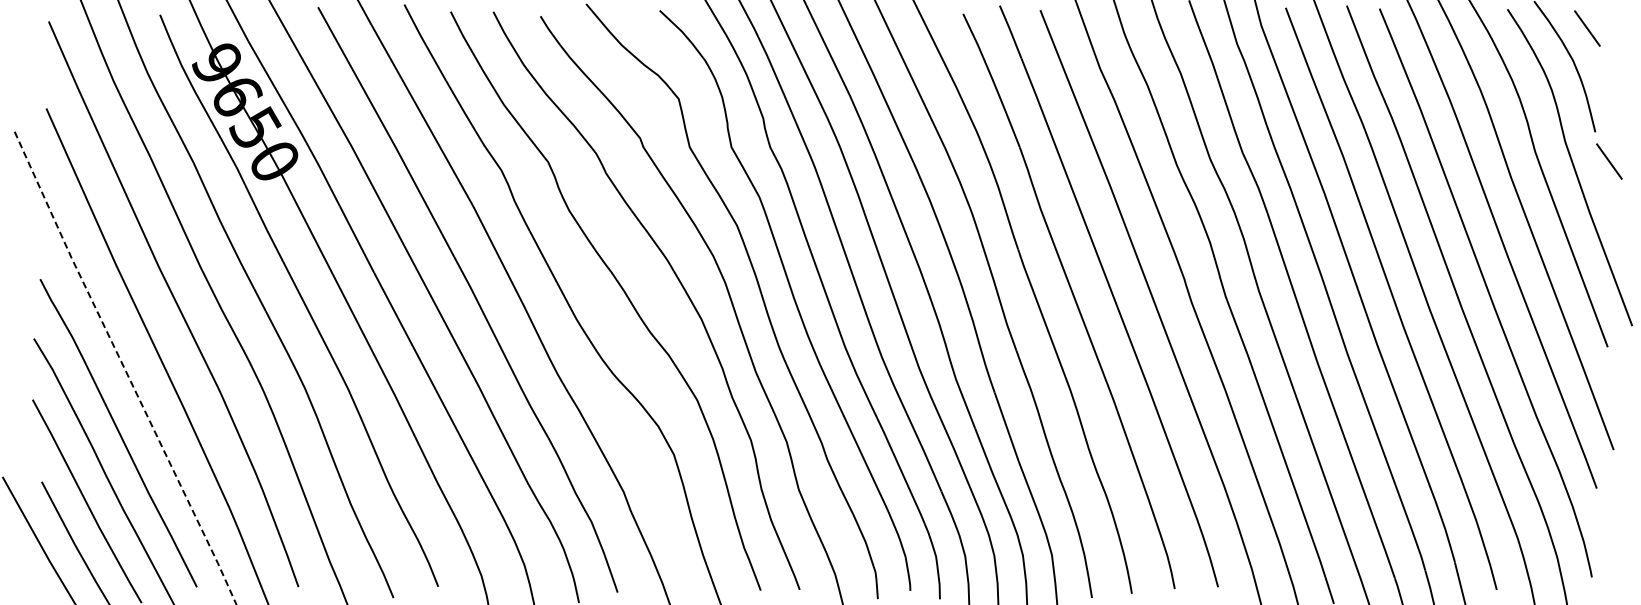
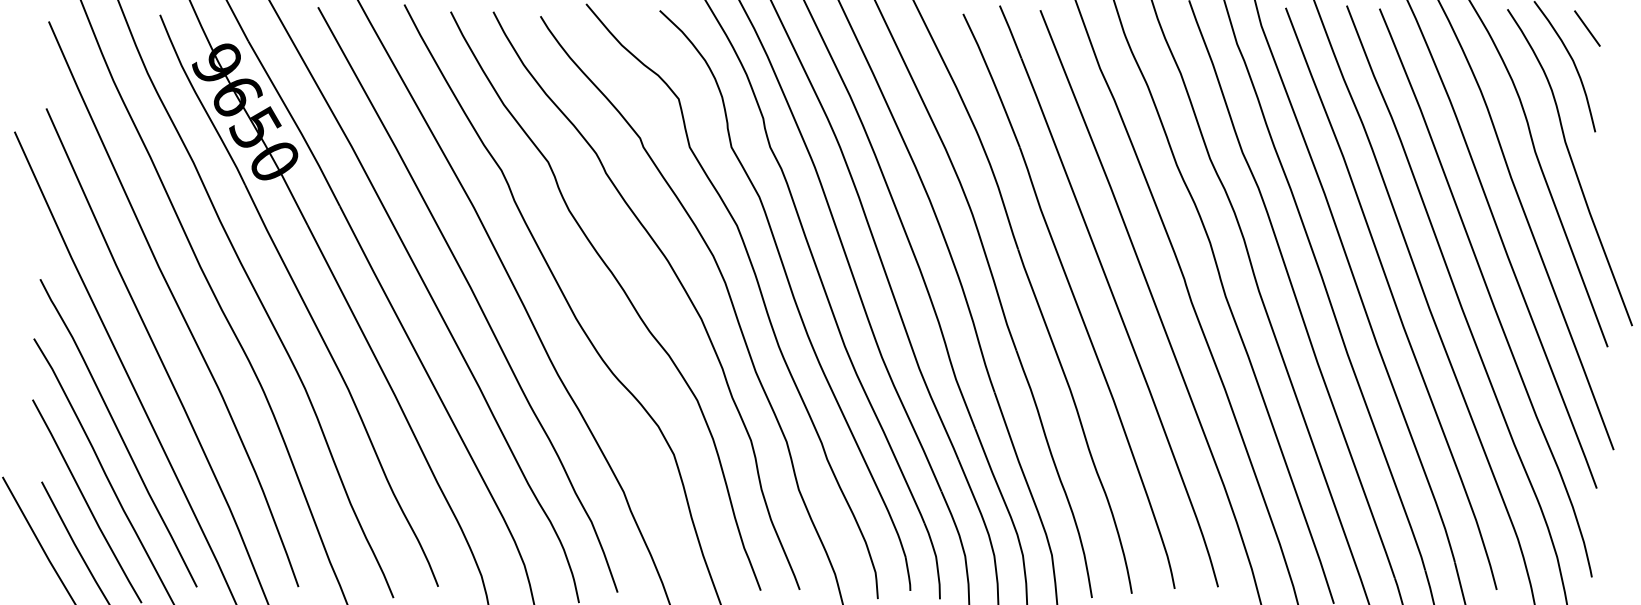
line at (1609, 161): present -> none
line at (124, 368): dashed -> solid
